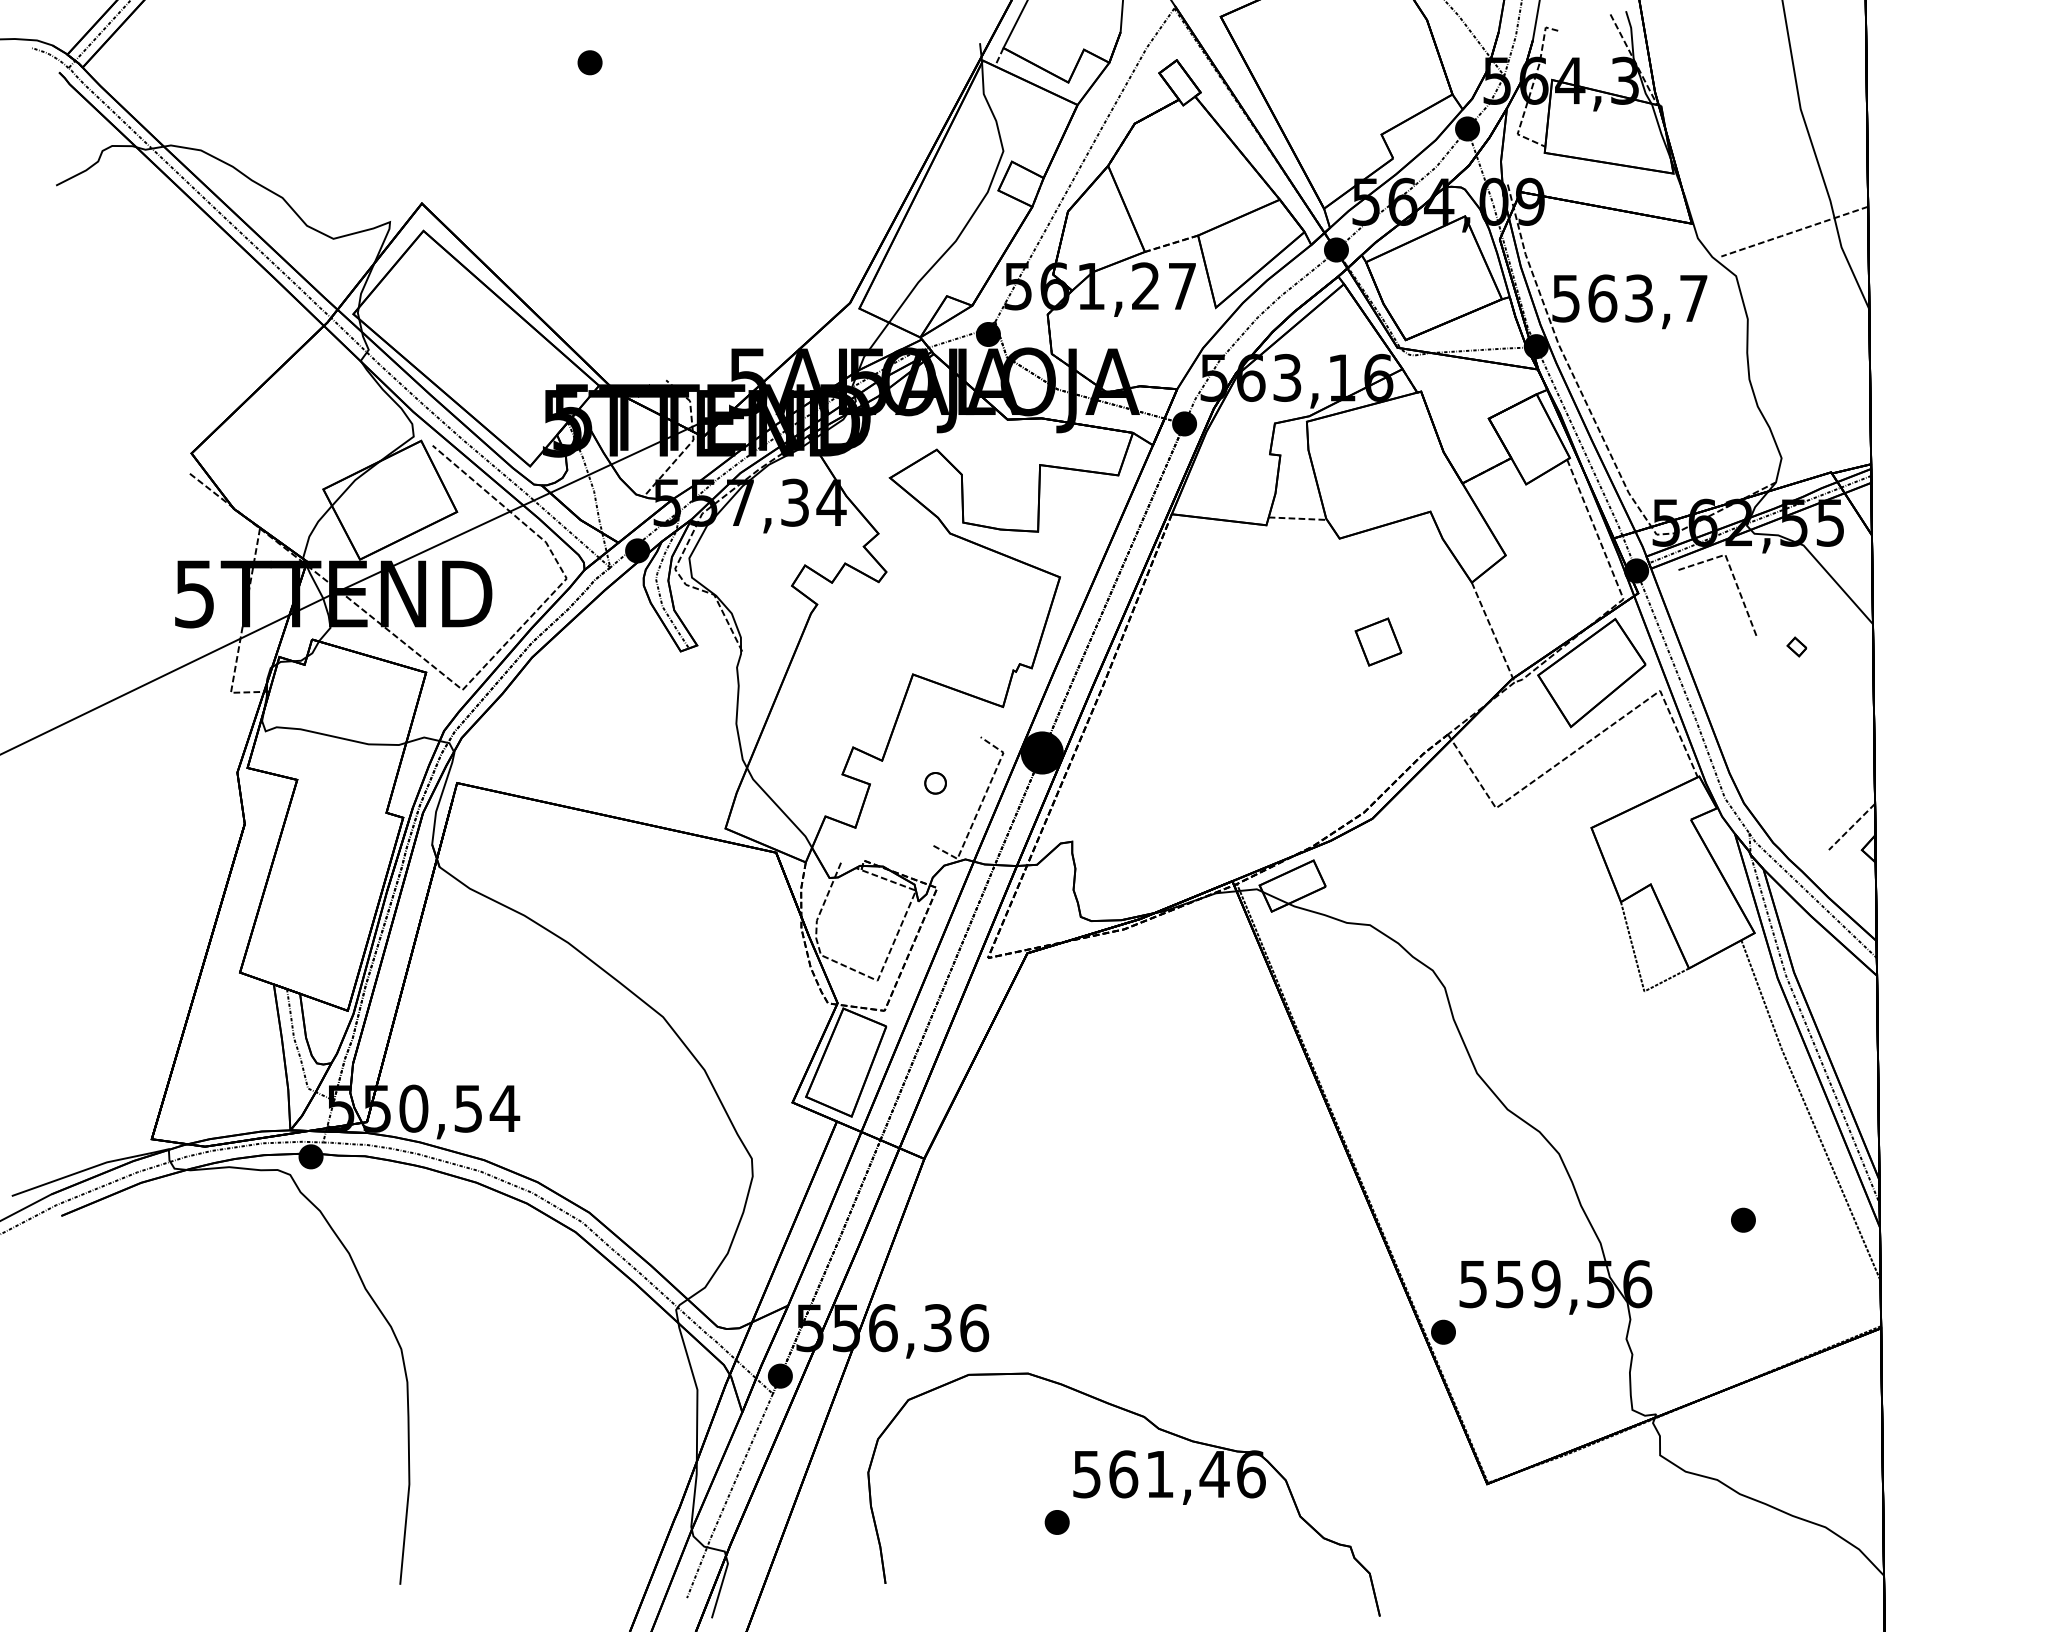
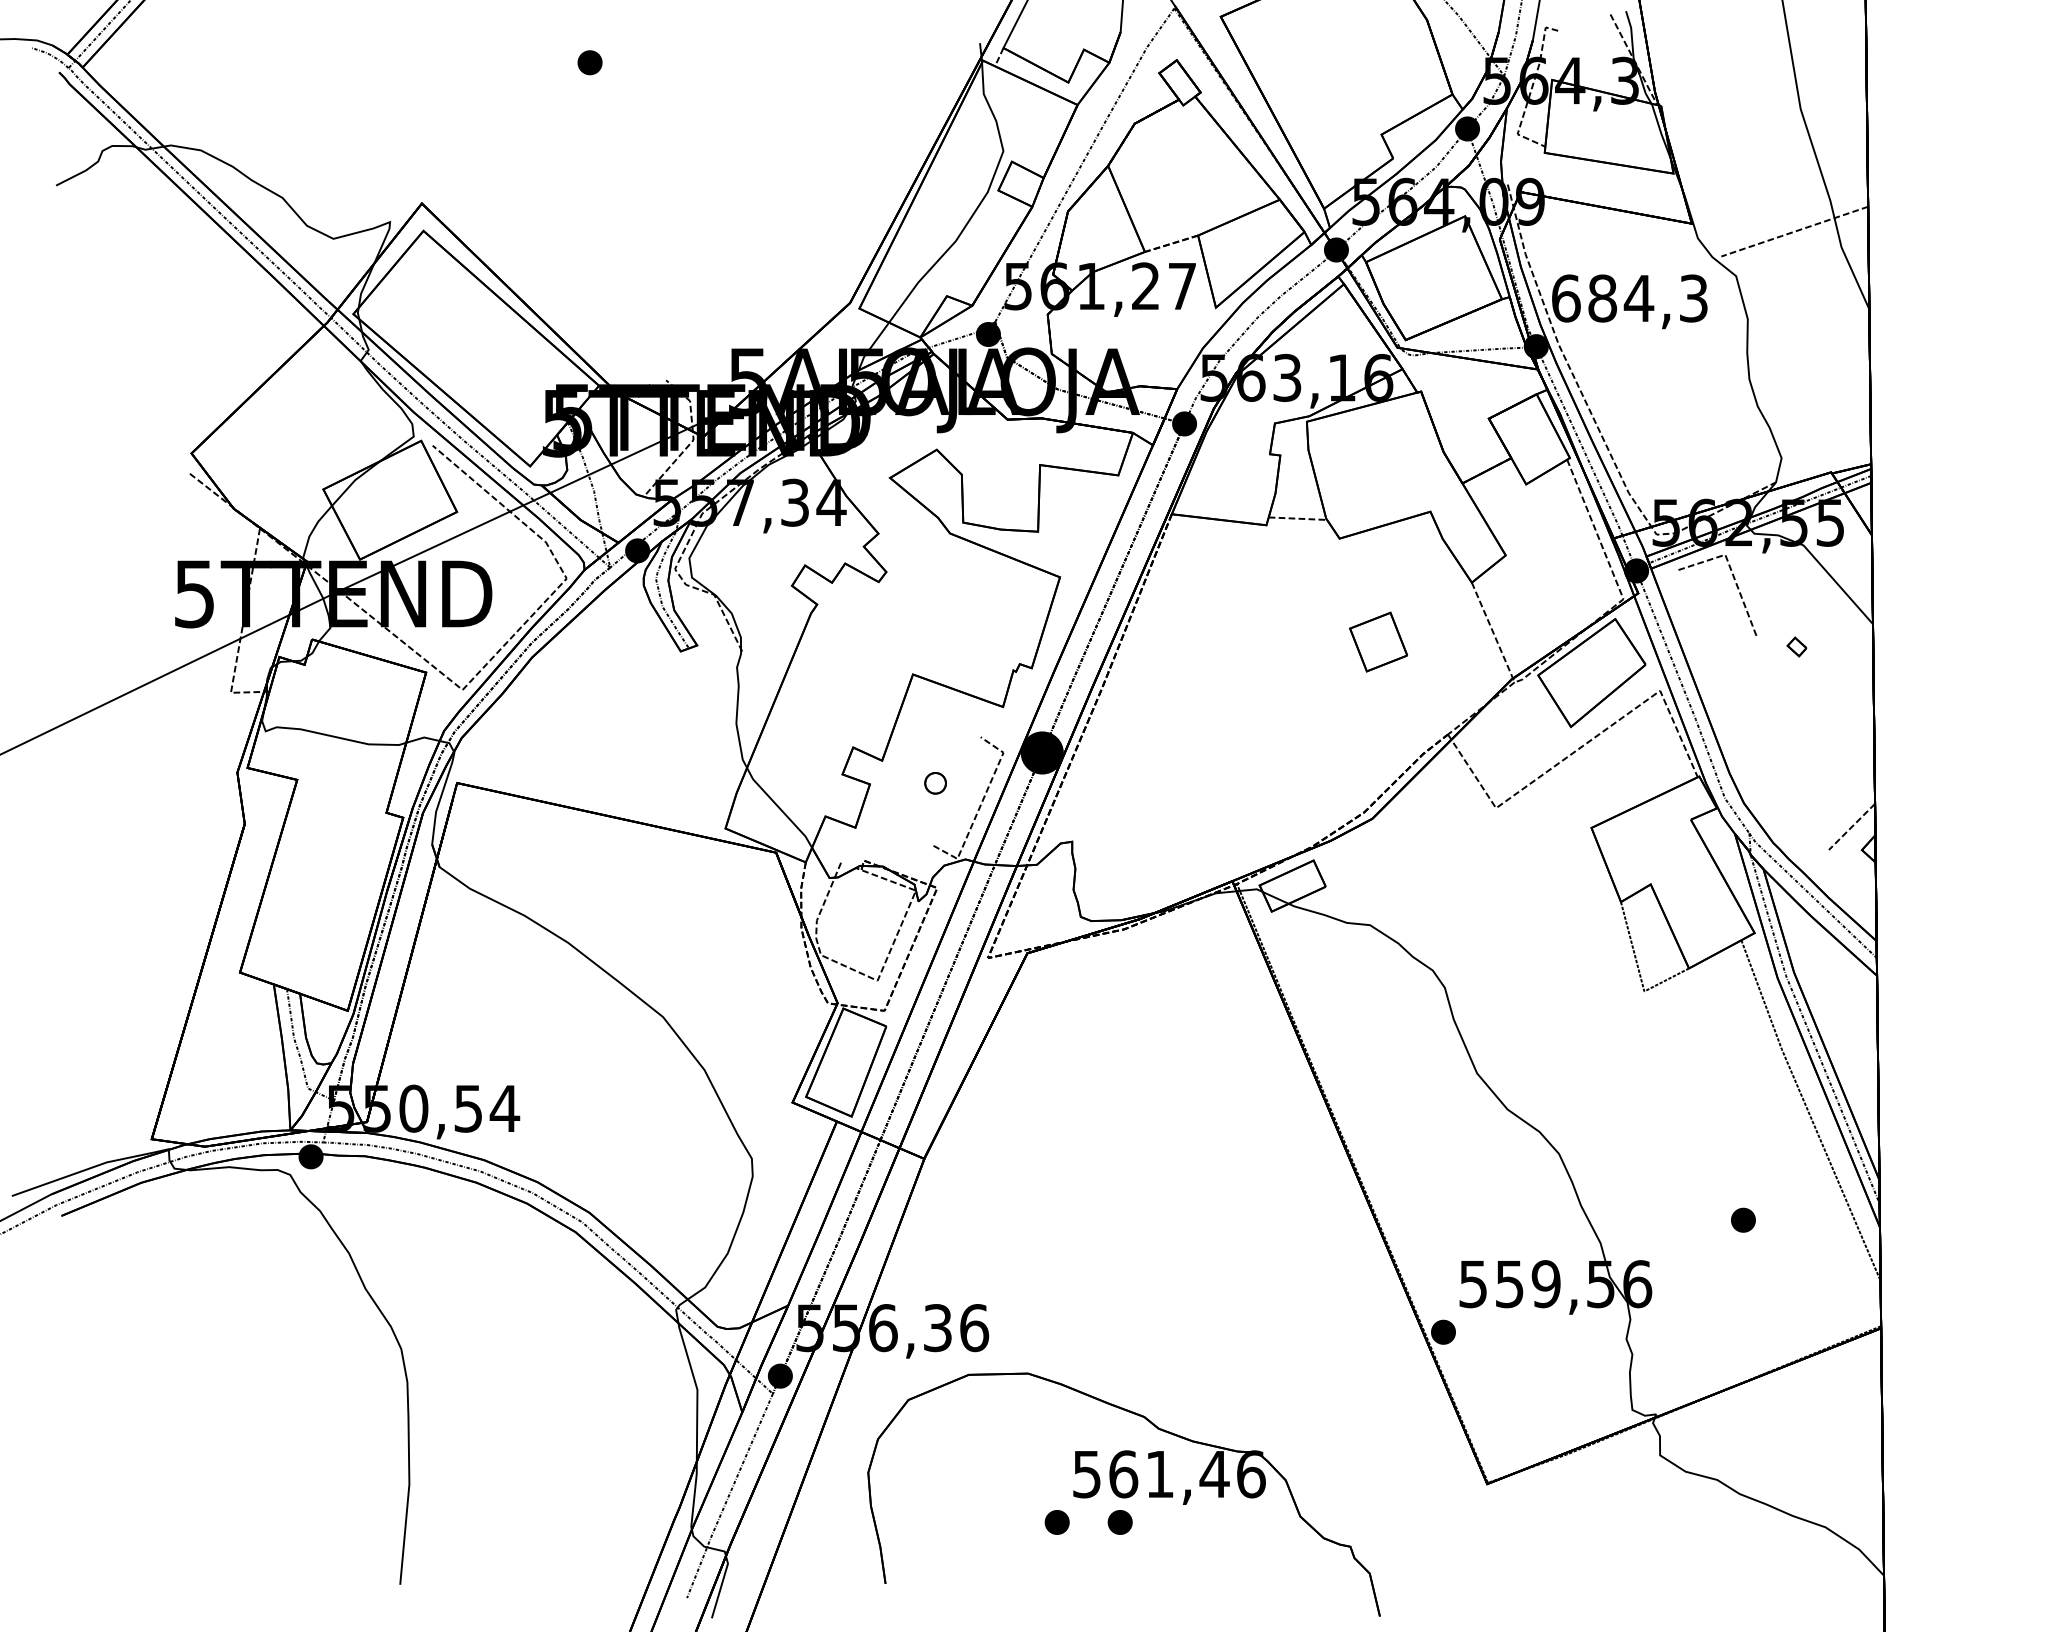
text at (1629, 298): 563,7 -> 684,3
part at (1378, 641) size: 49x50 px -> 59x62 px
part at (1119, 1522): none -> present
